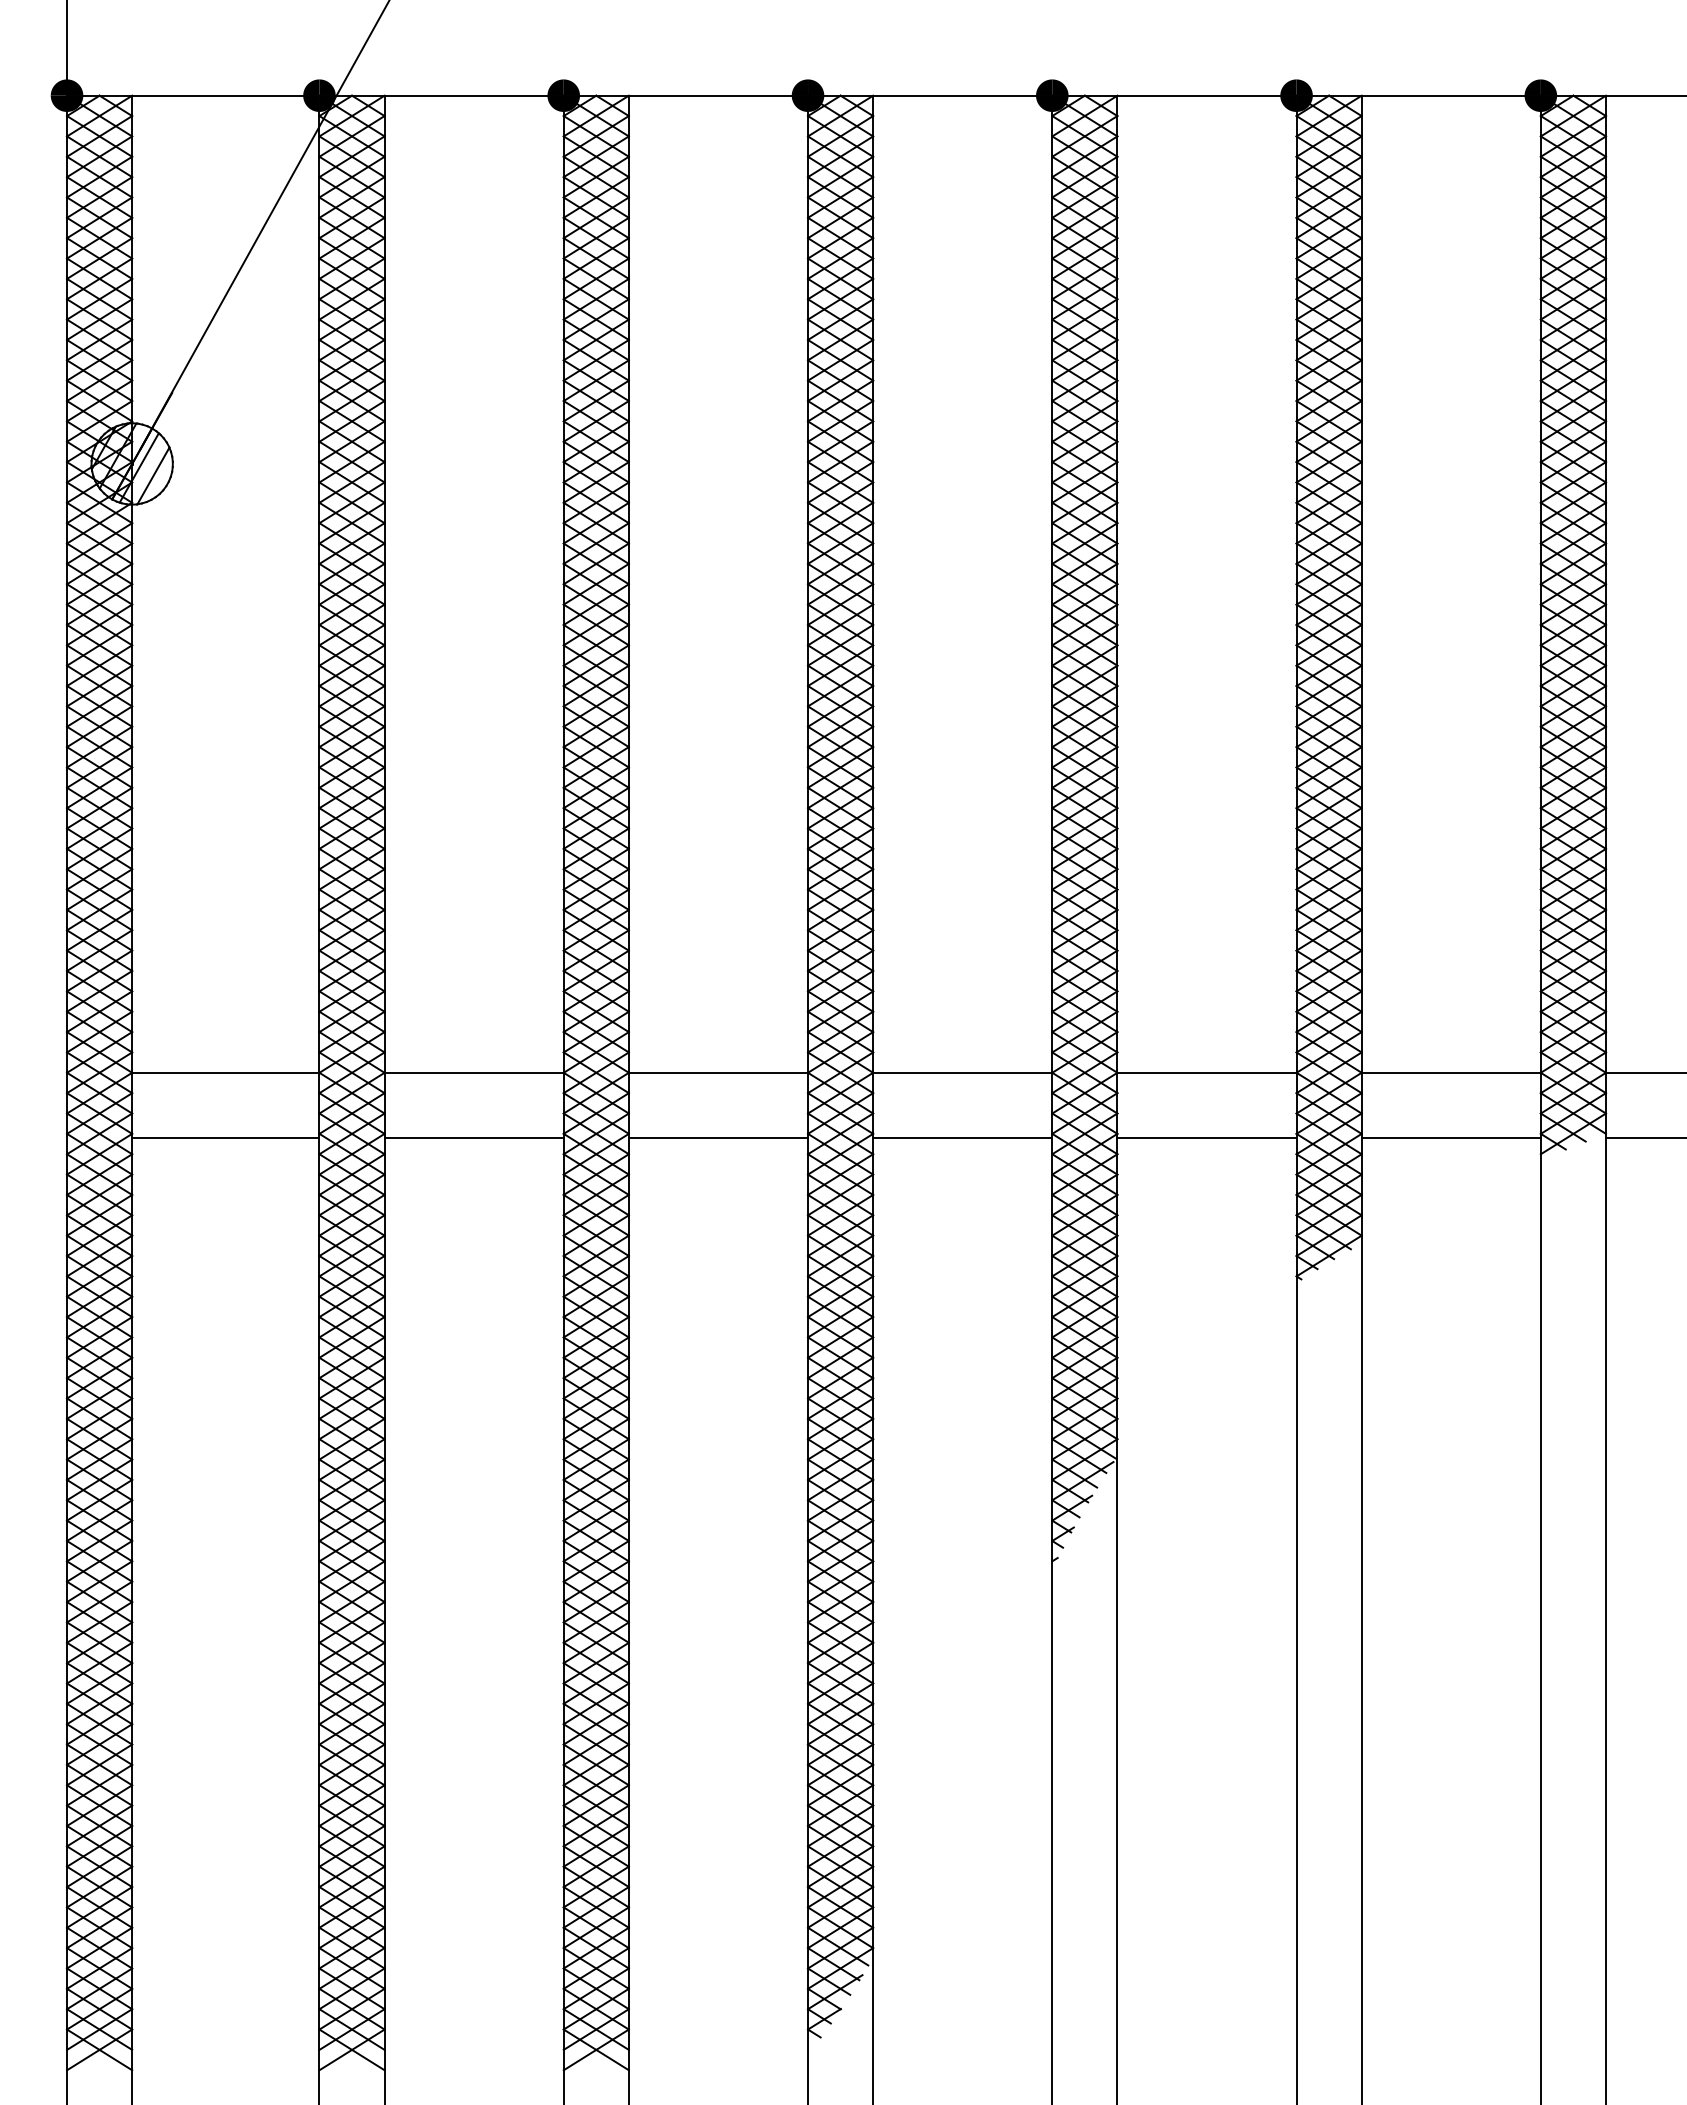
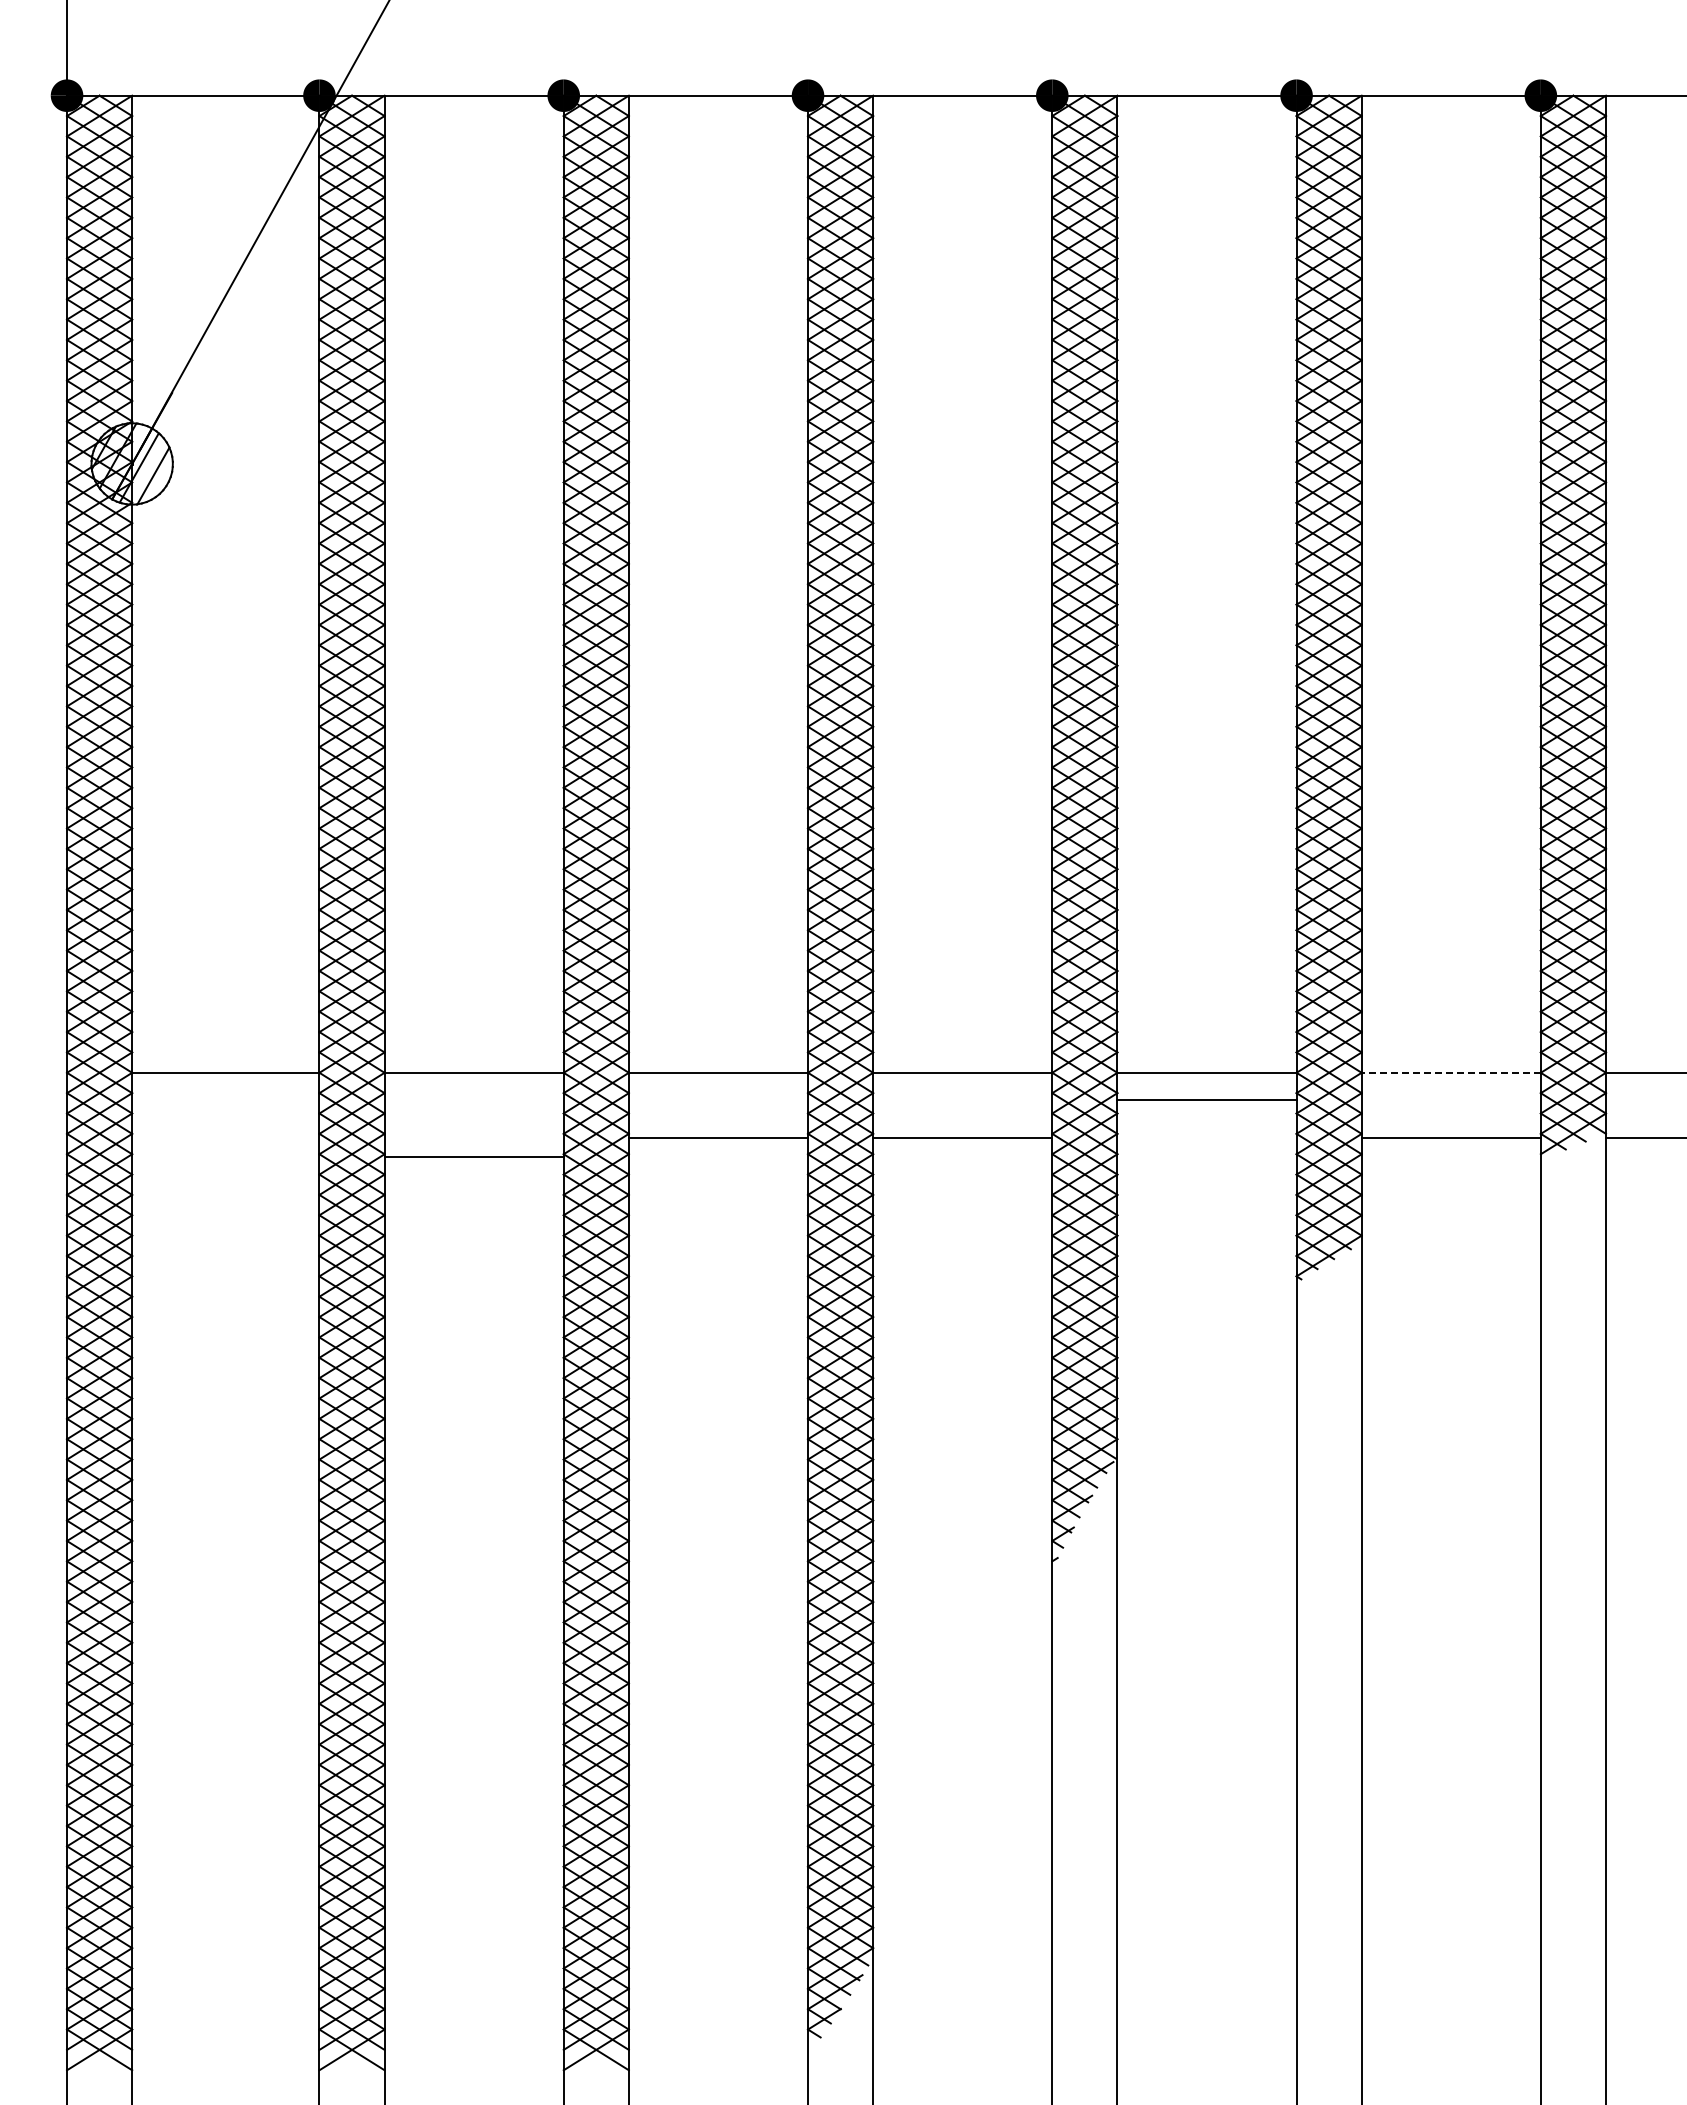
line at (1451, 1072): solid -> dashed
line at (225, 1137): present -> none
line at (473, 1137) position: (473, 1137) -> (473, 1156)
line at (1206, 1137) position: (1206, 1137) -> (1206, 1099)
